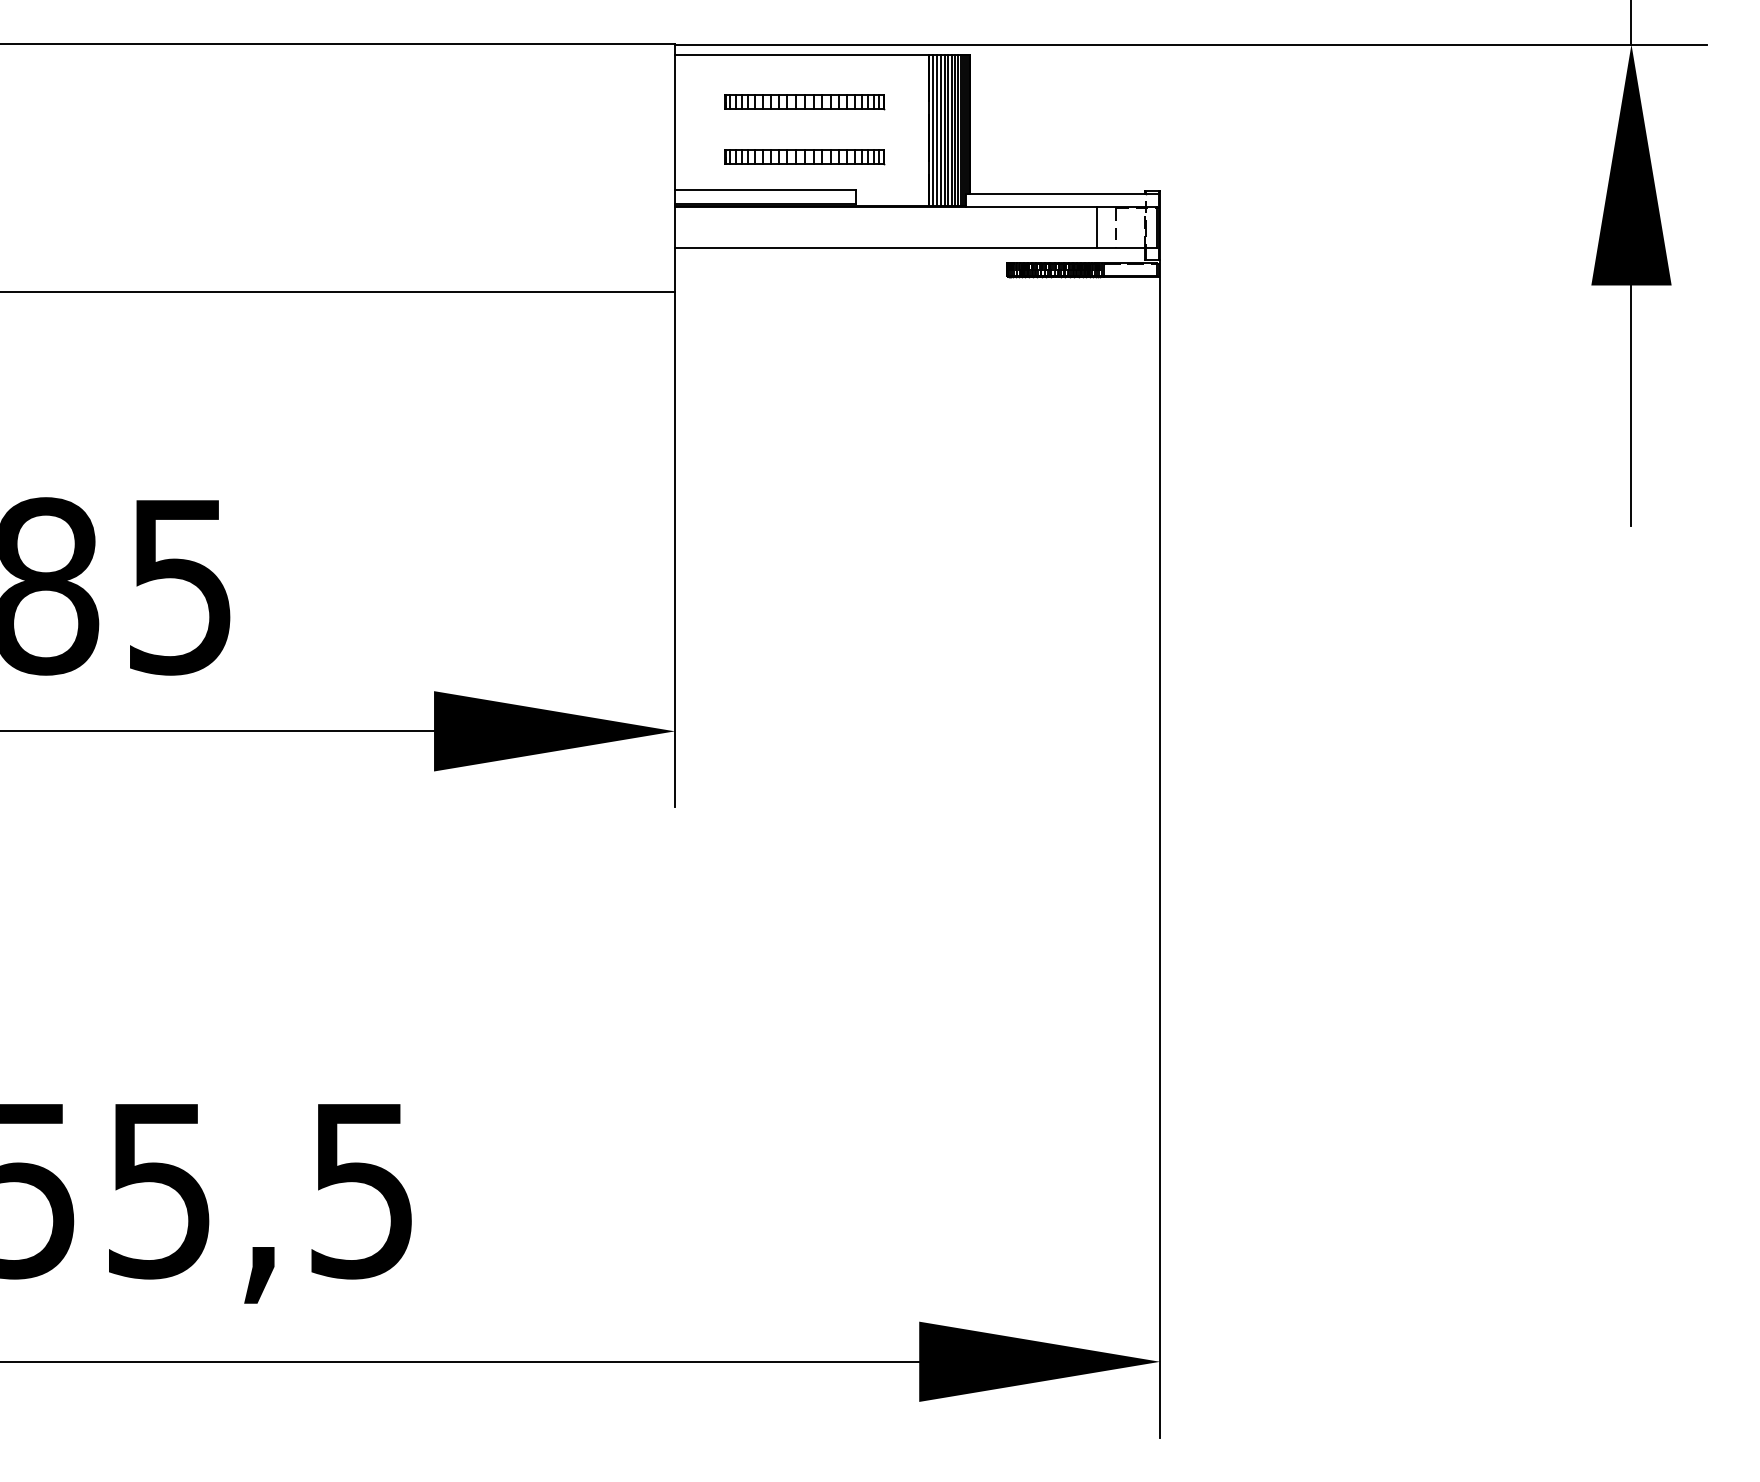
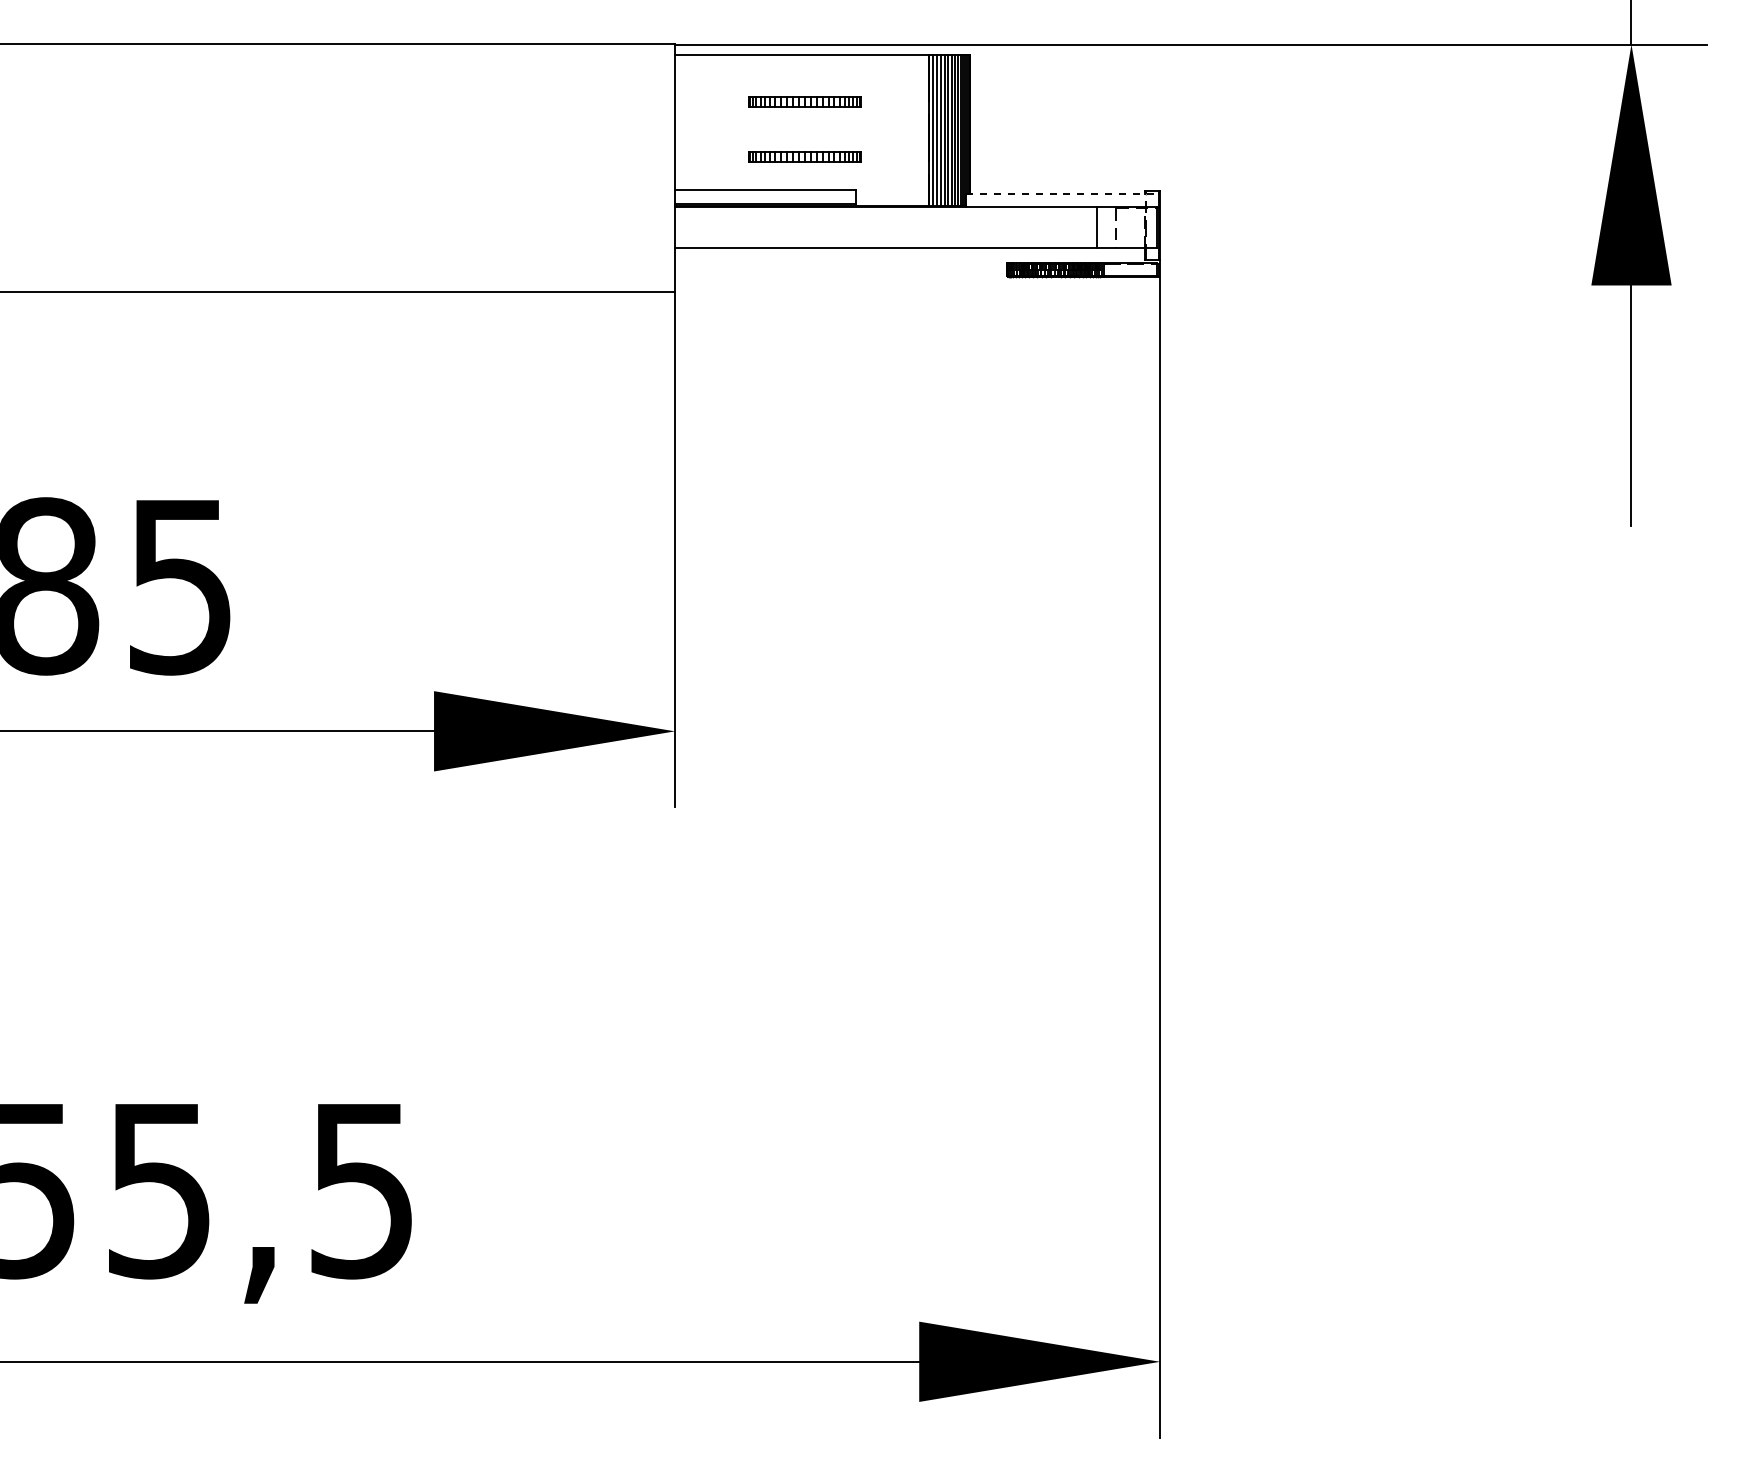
part at (804, 102) size: 162x17 px -> 114x12 px
part at (804, 157) size: 162x17 px -> 114x12 px
line at (1063, 194): solid -> dashed
